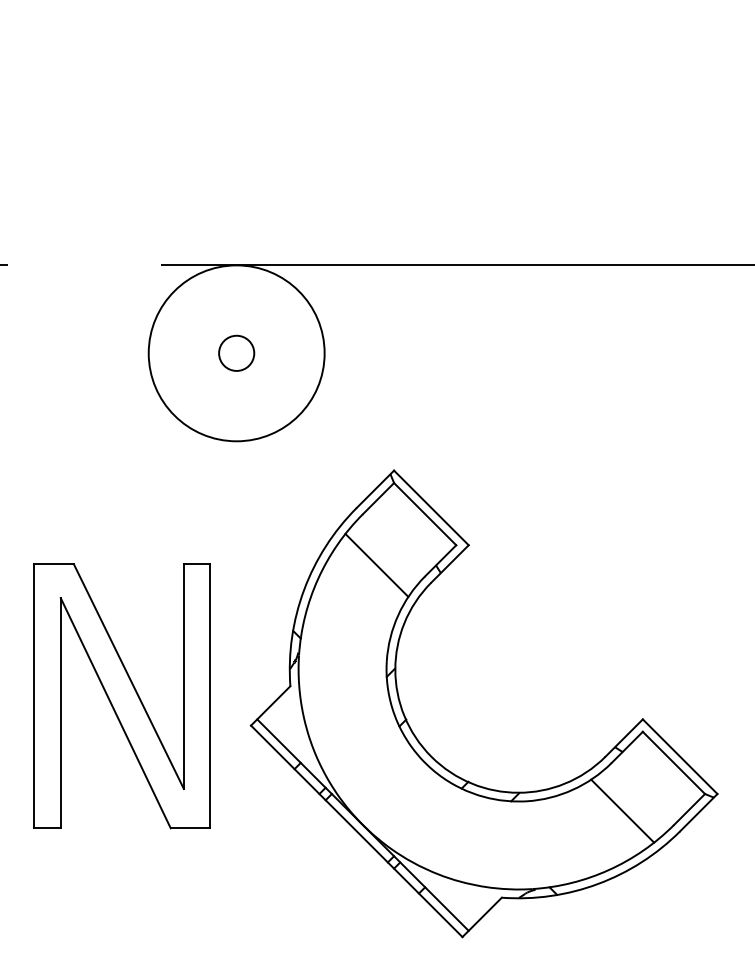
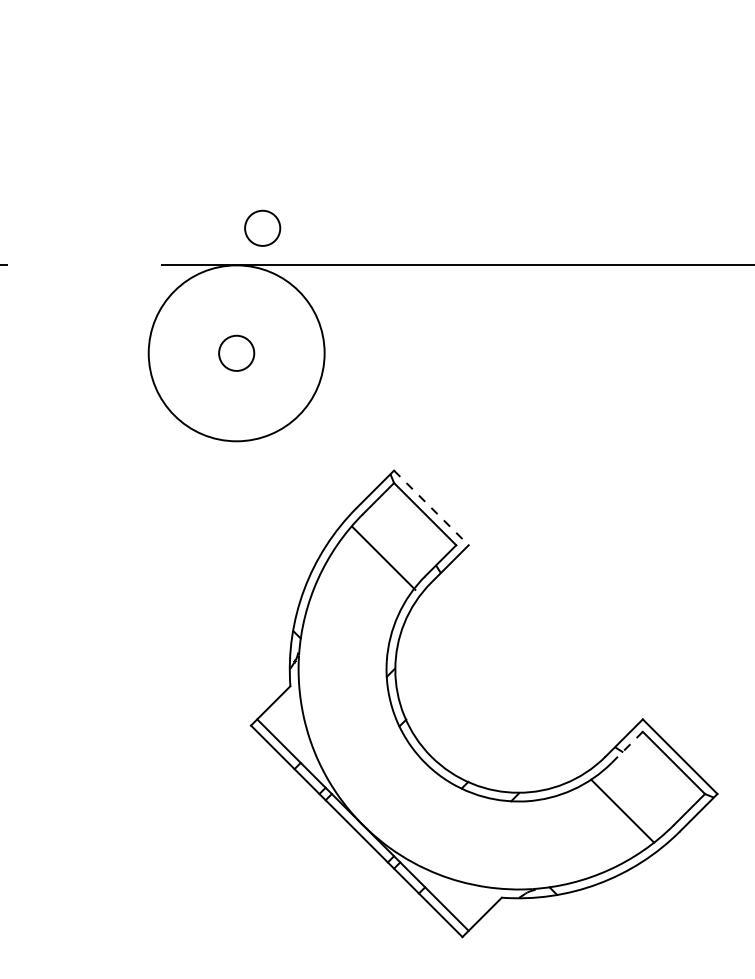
circle at (262, 227): none -> present
line at (431, 507): solid -> dashed
line at (376, 564) position: (376, 564) -> (383, 557)
part at (121, 696): present -> none
line at (627, 747): solid -> dashed
